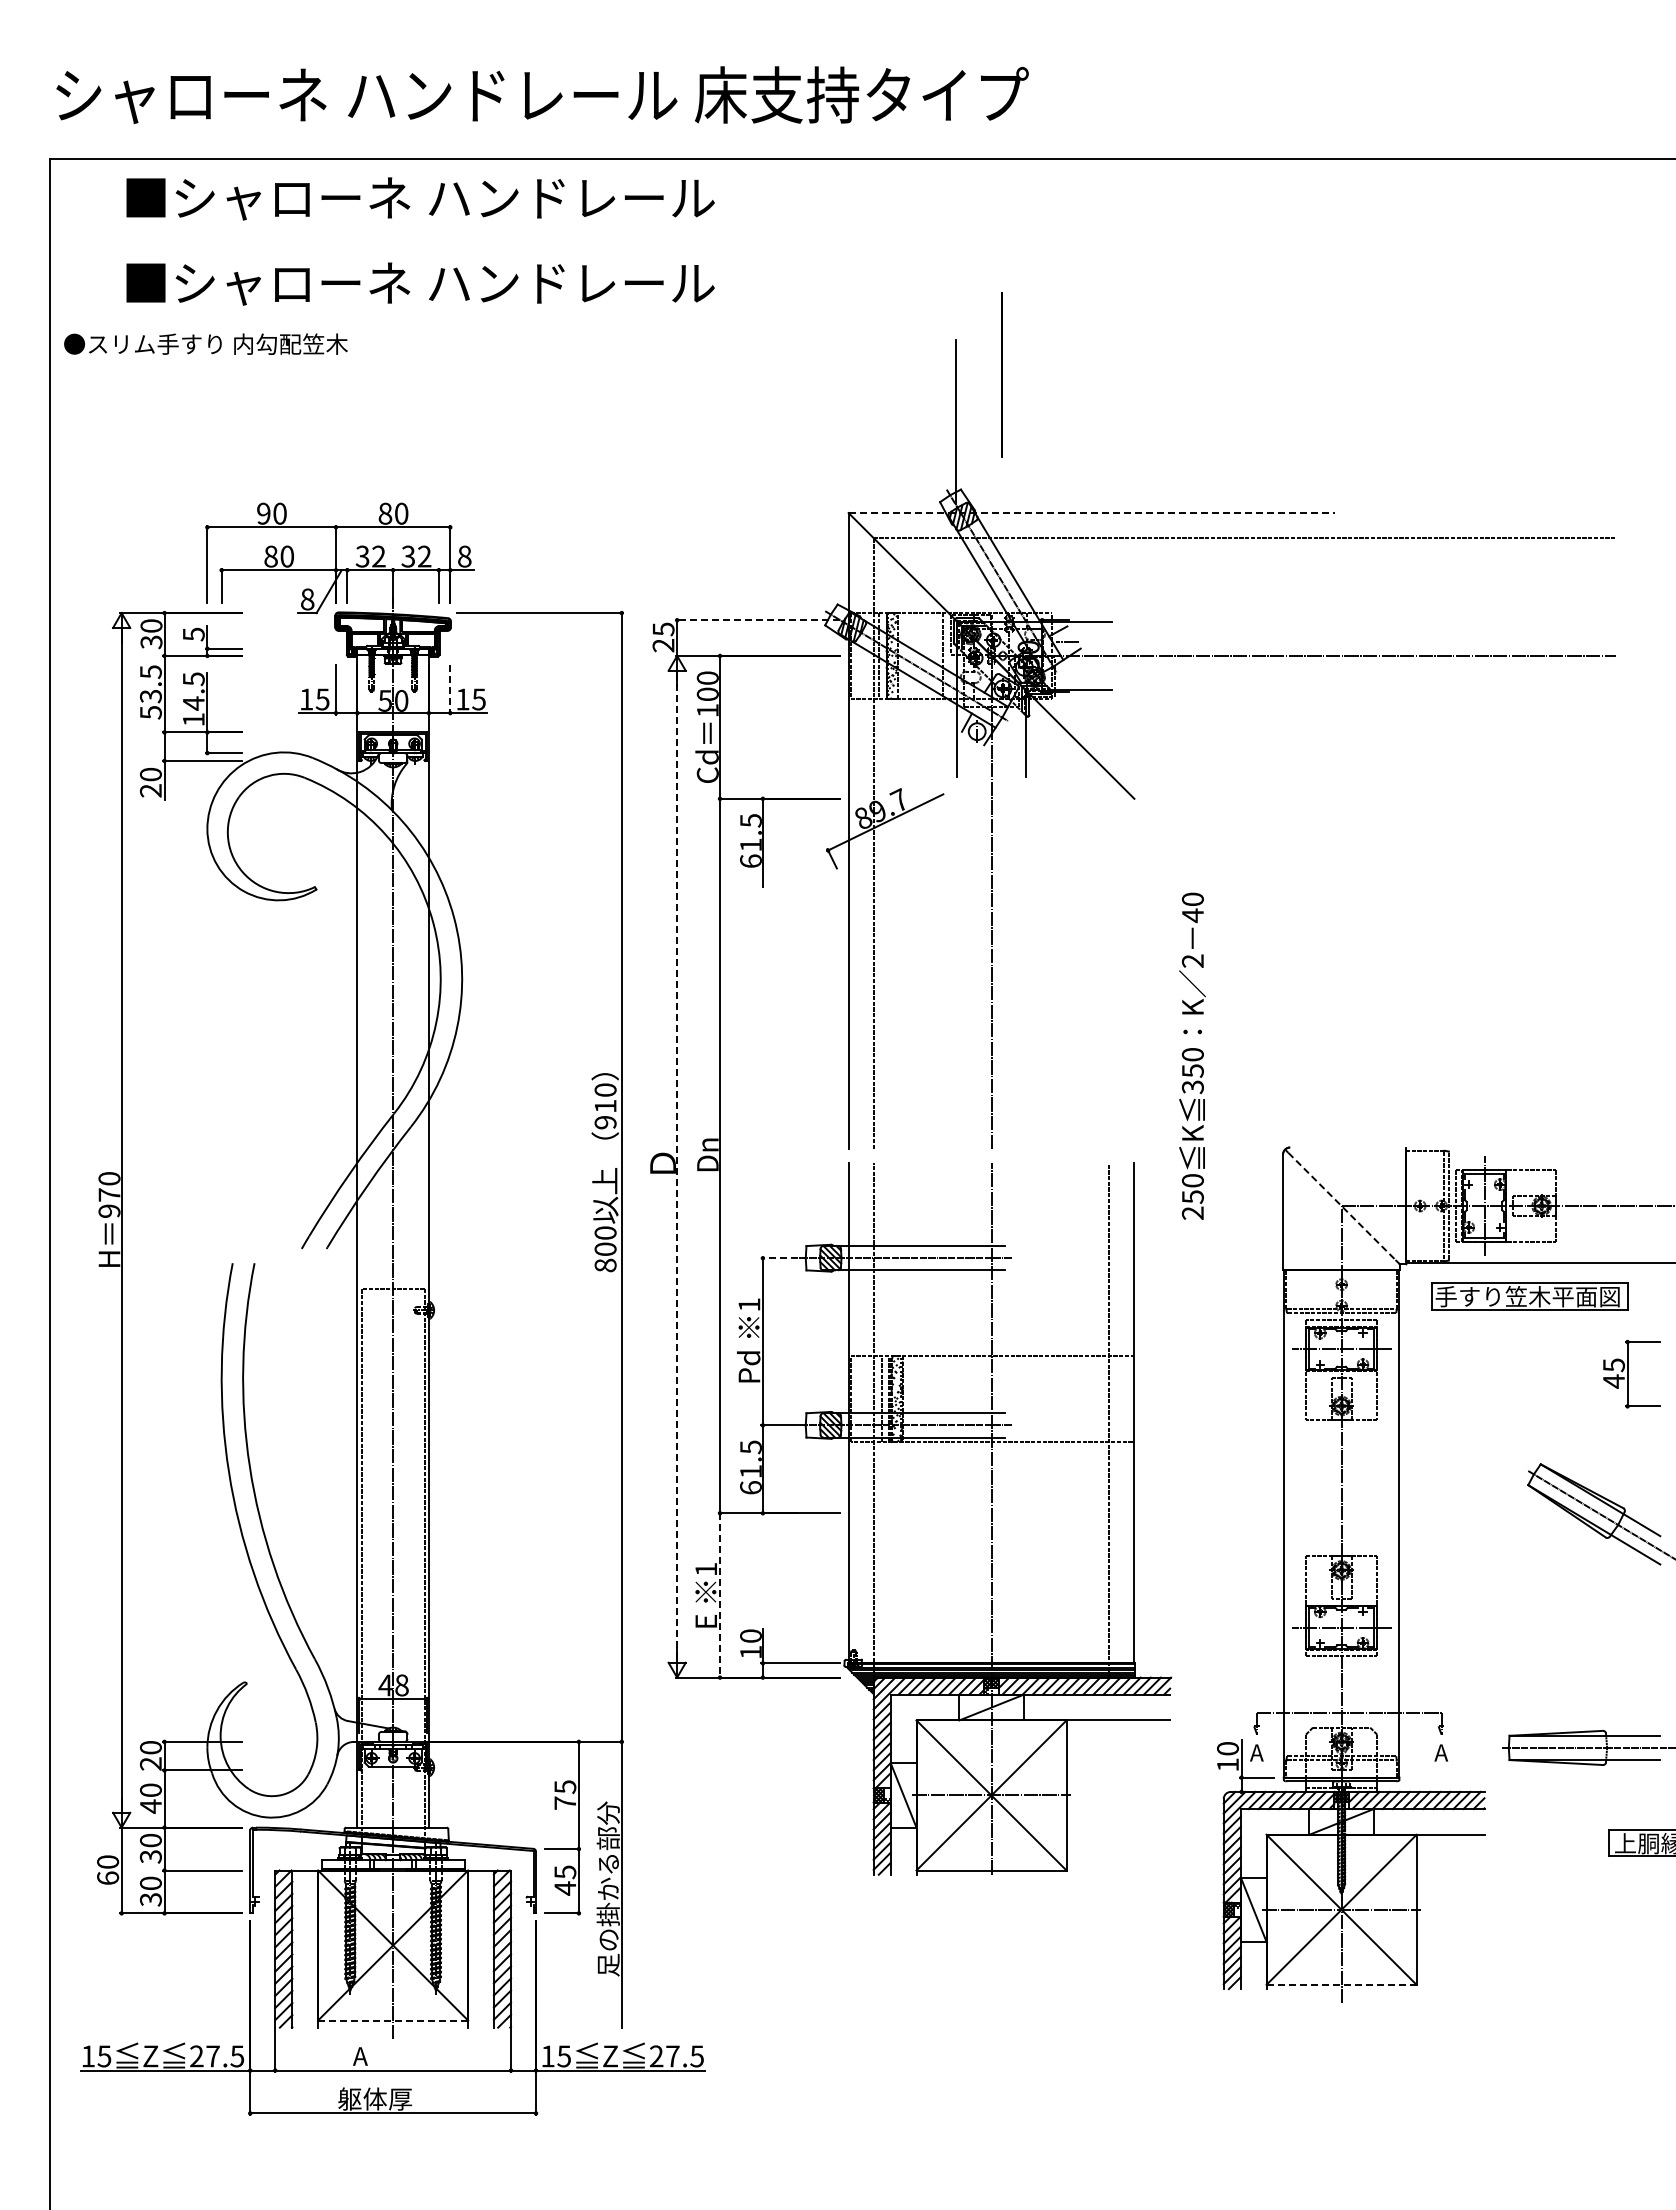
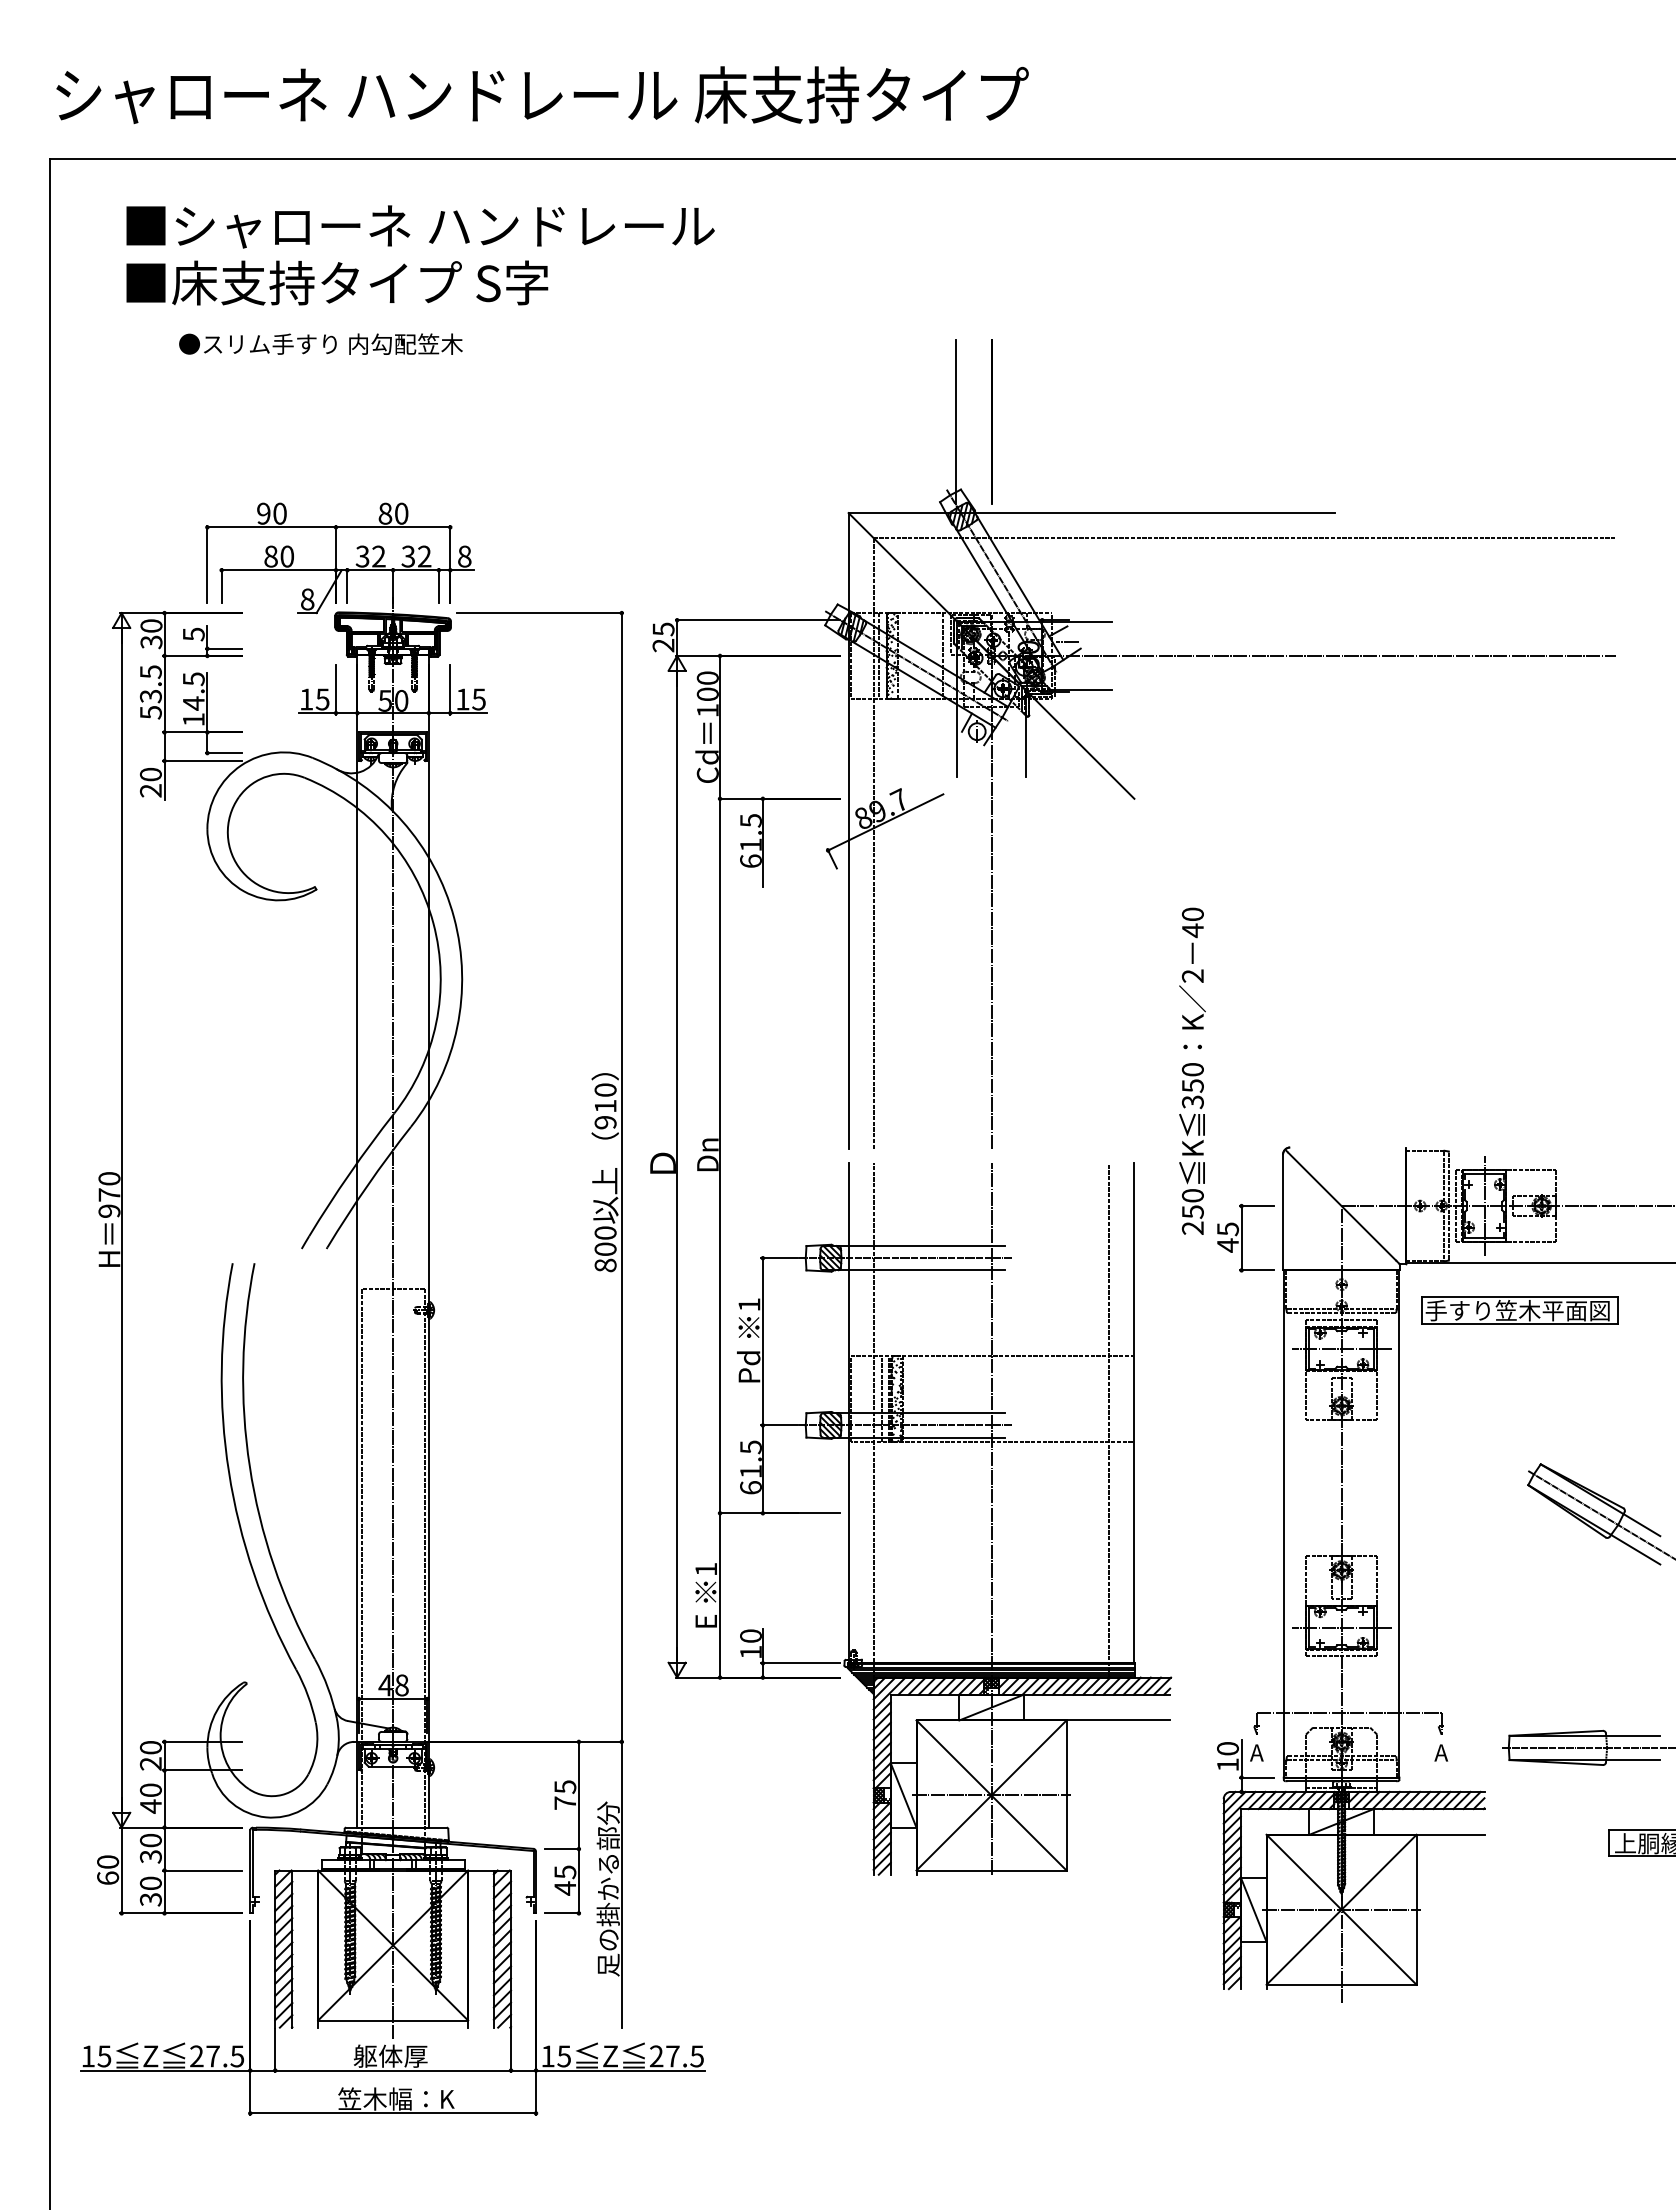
text at (420, 198) position: (420, 198) -> (420, 226)
text at (443, 282): ■シャローネ ハンドレール -> ■床支持タイプ S字
text at (205, 343) position: (205, 343) -> (320, 343)
line at (1001, 374) position: (1001, 374) -> (991, 421)
line at (1092, 513): dashed -> solid
line at (757, 620): dashed -> solid
line at (450, 690): dashed -> solid
text at (1192, 1055) position: (1192, 1055) -> (1192, 1070)
line at (677, 1166): dashed -> solid
line at (1342, 1207): dashed -> solid
line at (779, 1258): dashed -> solid
part at (1529, 1296) position: (1529, 1296) -> (1519, 1310)
part at (1631, 1374) position: (1631, 1374) -> (1245, 1238)
line at (720, 1595): dashed -> solid
line at (1342, 1984): dashed -> solid
line at (392, 2020): dashed -> solid
text at (390, 2055): A -> 躯体厚
text at (396, 2098): 躯体厚 -> 笠木幅：K
